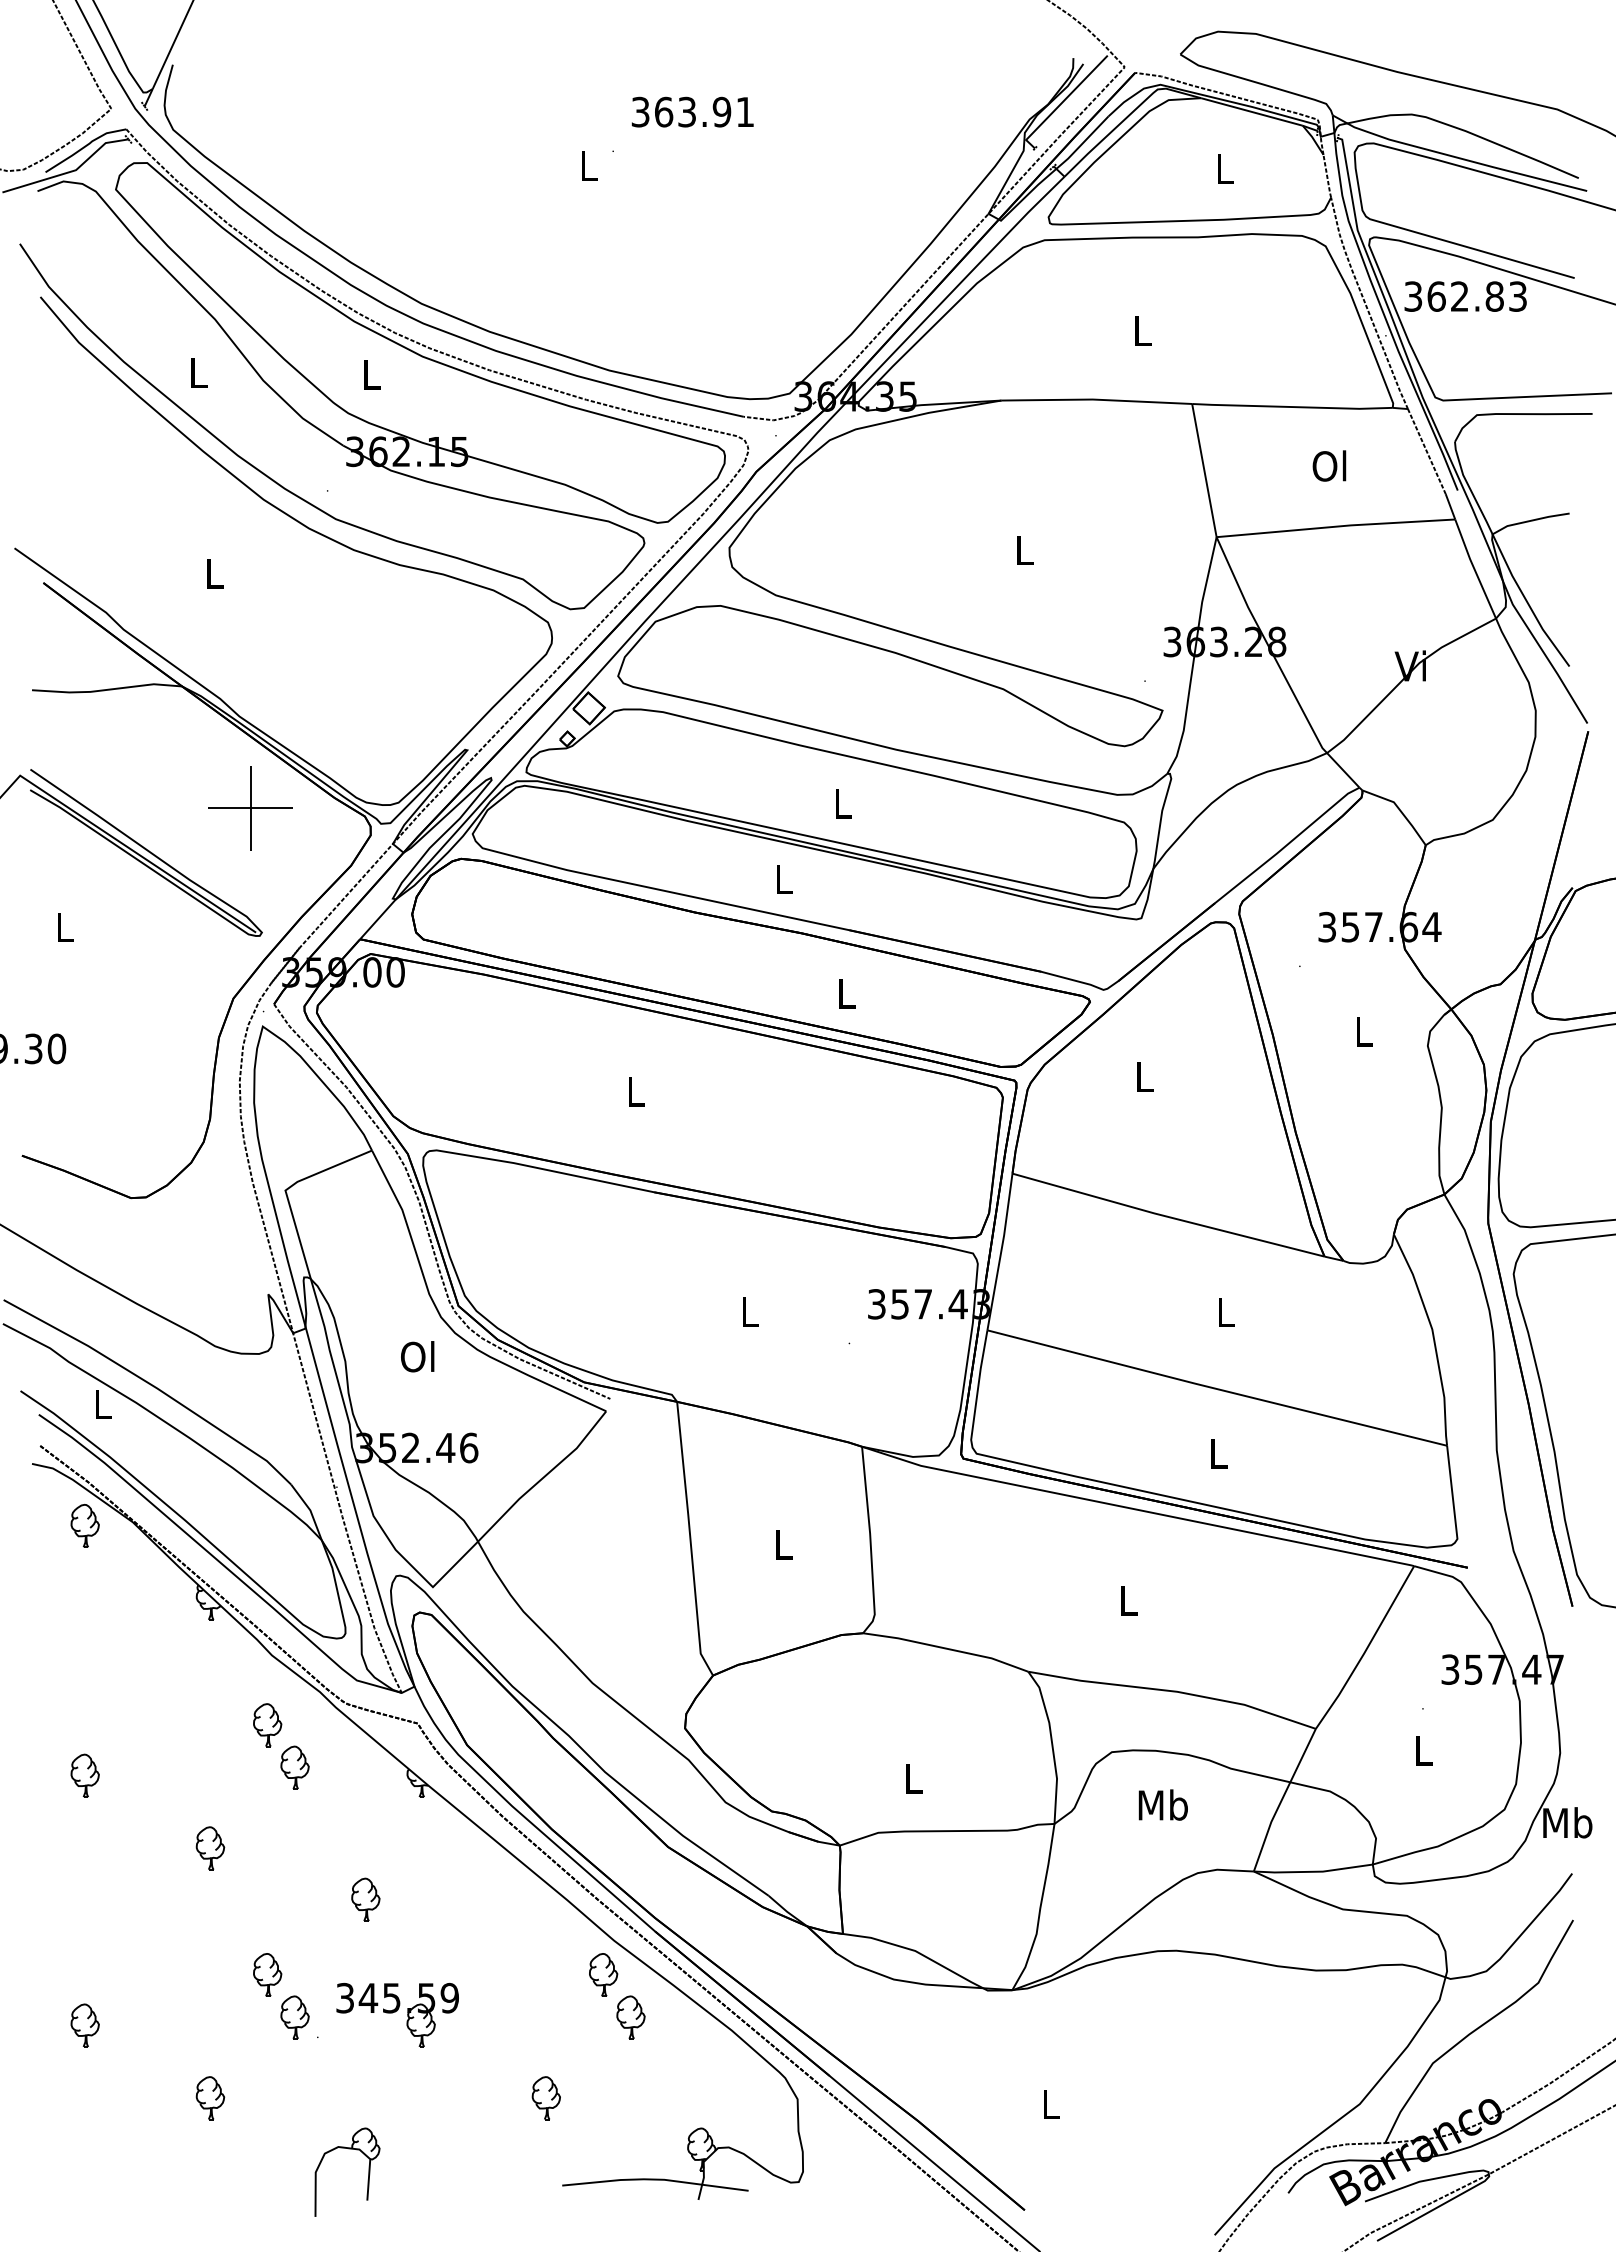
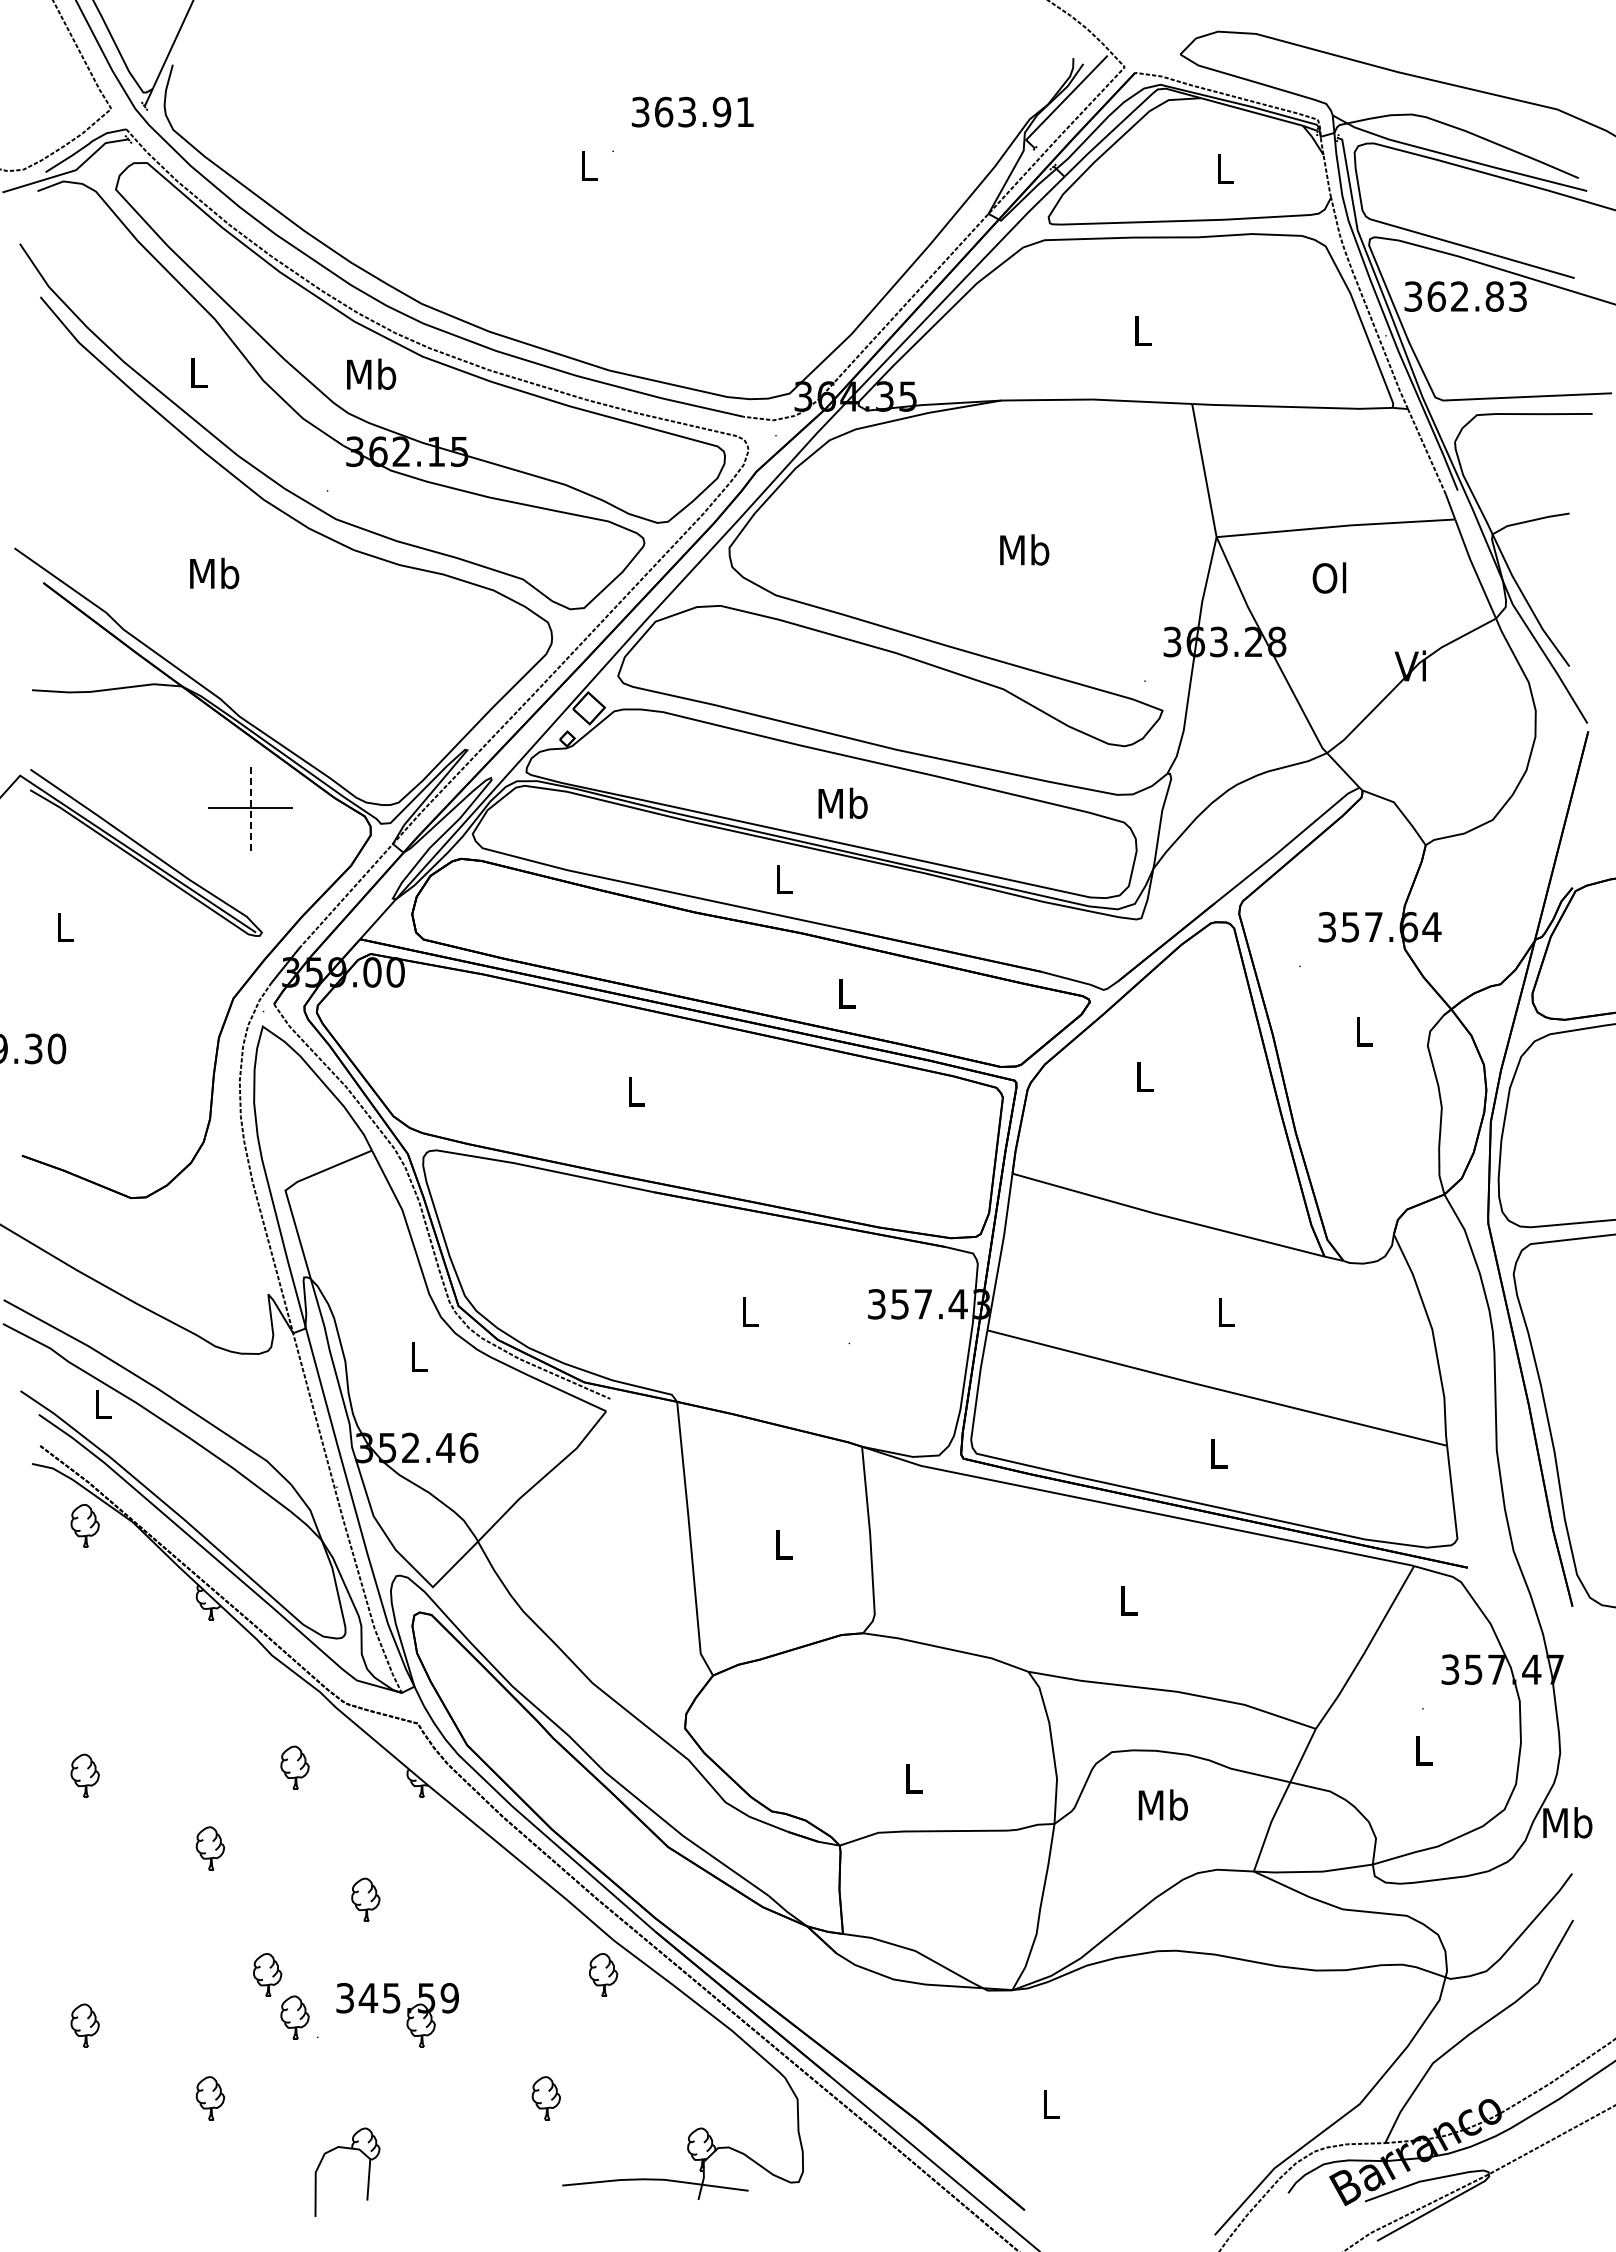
text at (371, 373): L -> Mb
text at (1329, 465) position: (1329, 465) -> (1329, 577)
text at (1024, 549): L -> Mb
text at (214, 573): L -> Mb
text at (842, 803): L -> Mb
line at (250, 807): solid -> dashed
text at (417, 1356): Ol -> L
part at (267, 1725): present -> none
part at (630, 2017): present -> none
